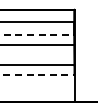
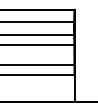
line at (37, 35): dashed -> solid
line at (37, 75): dashed -> solid
